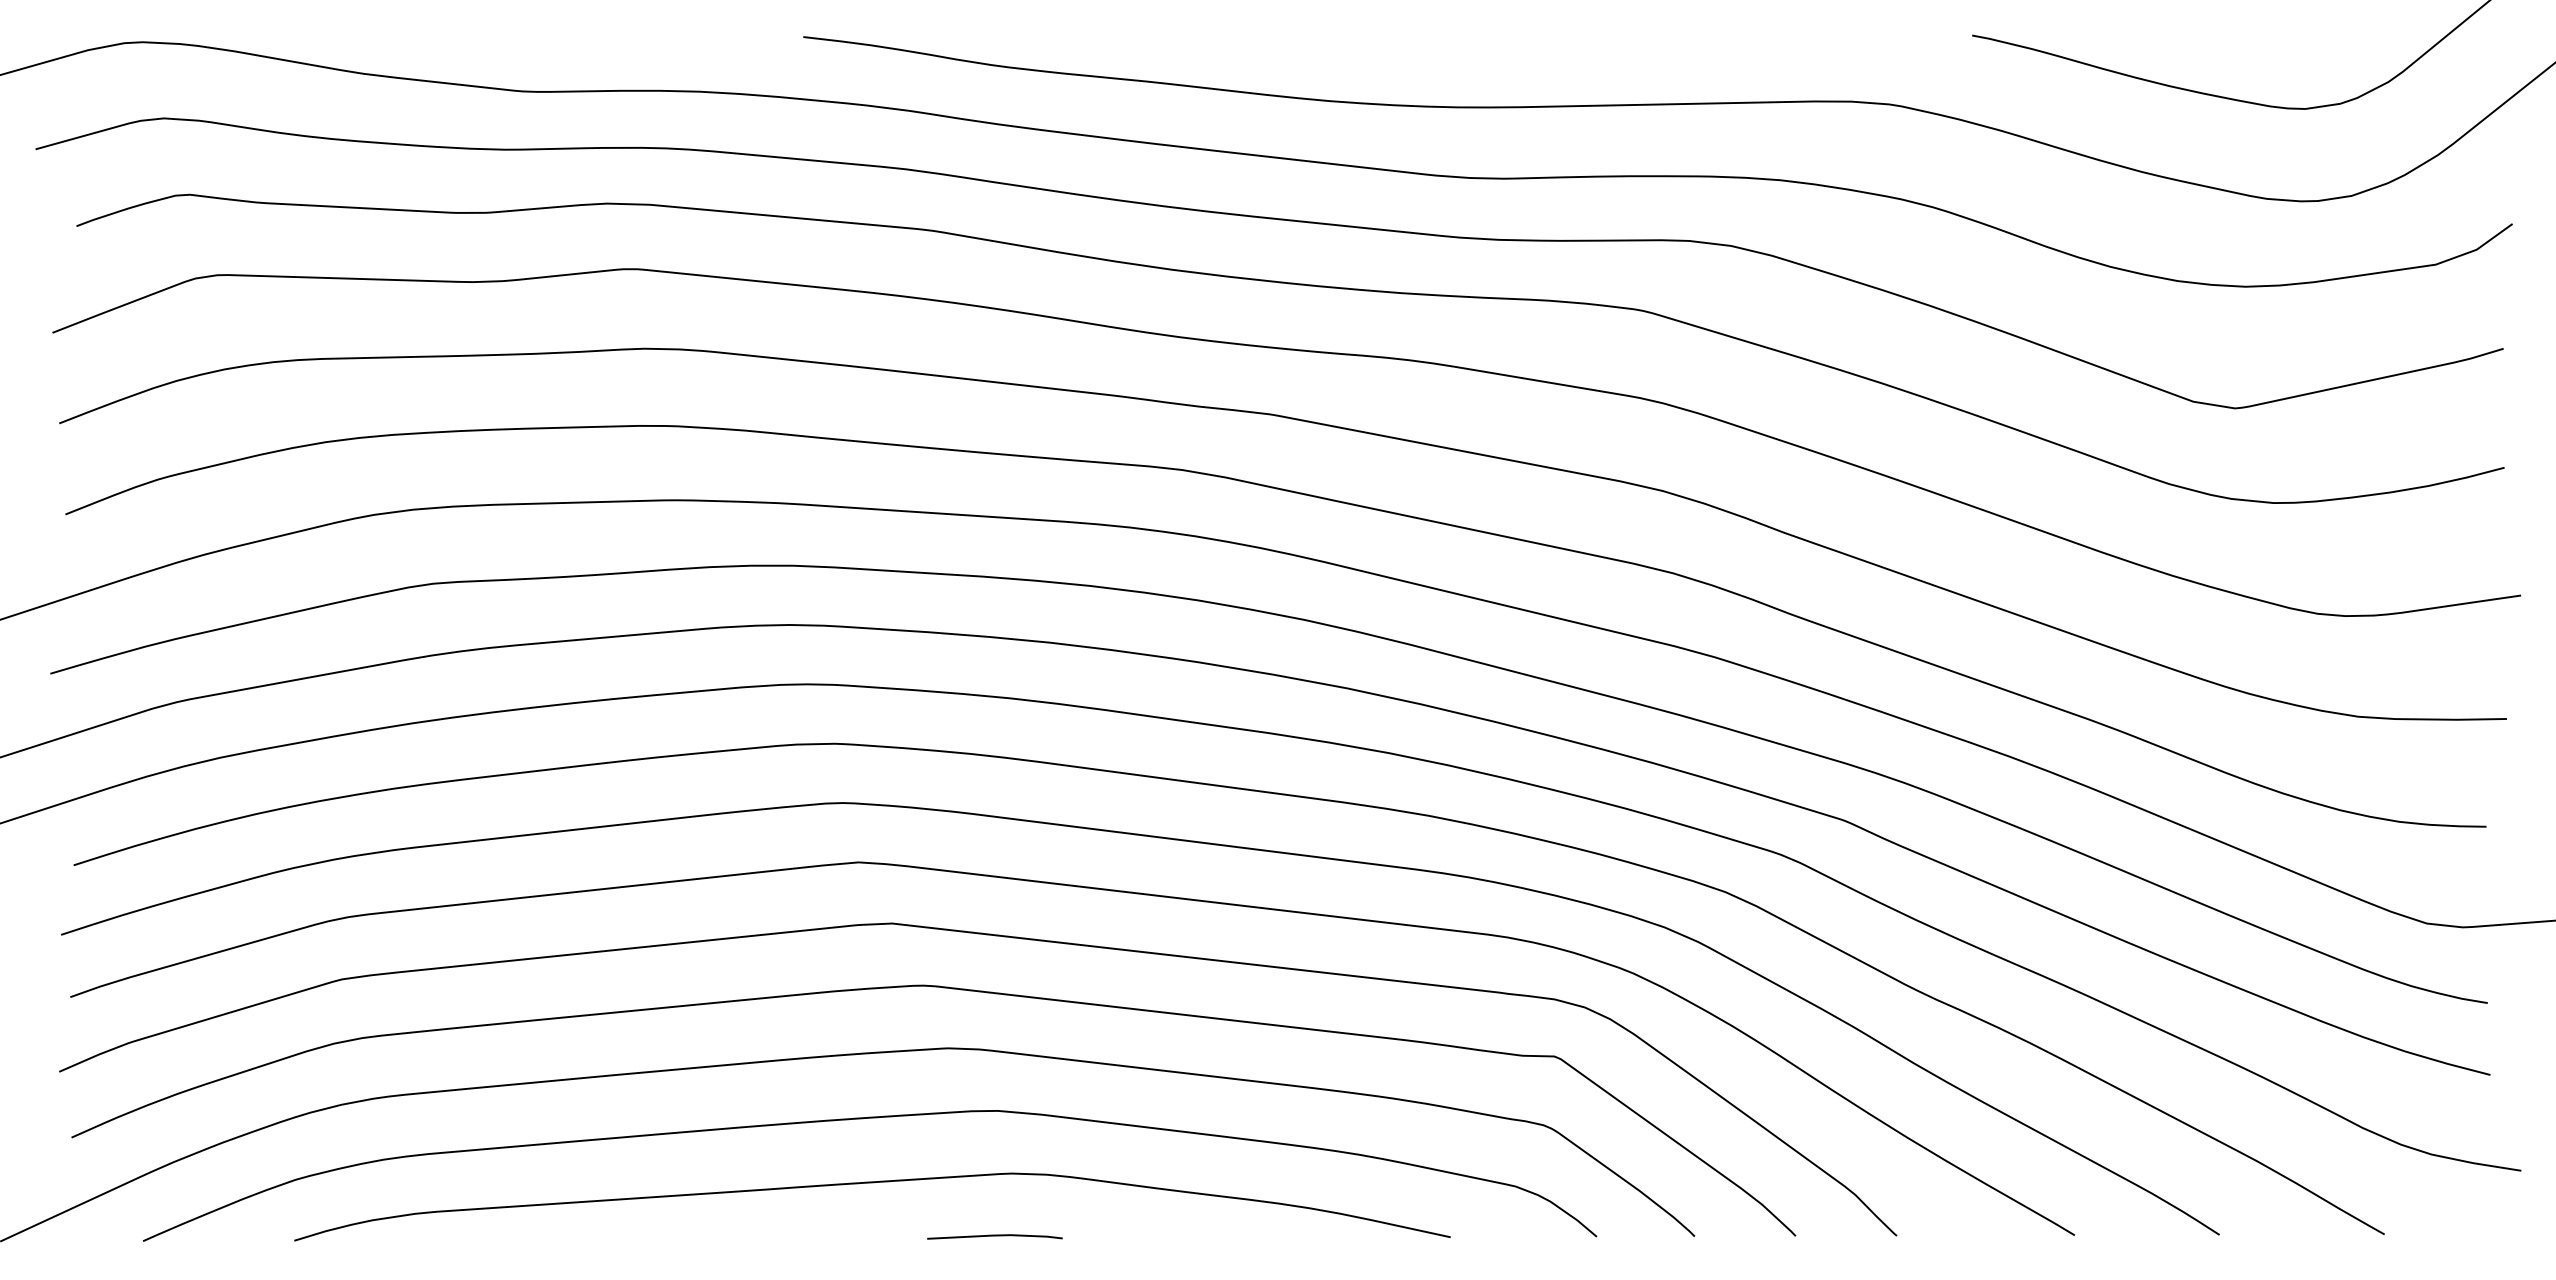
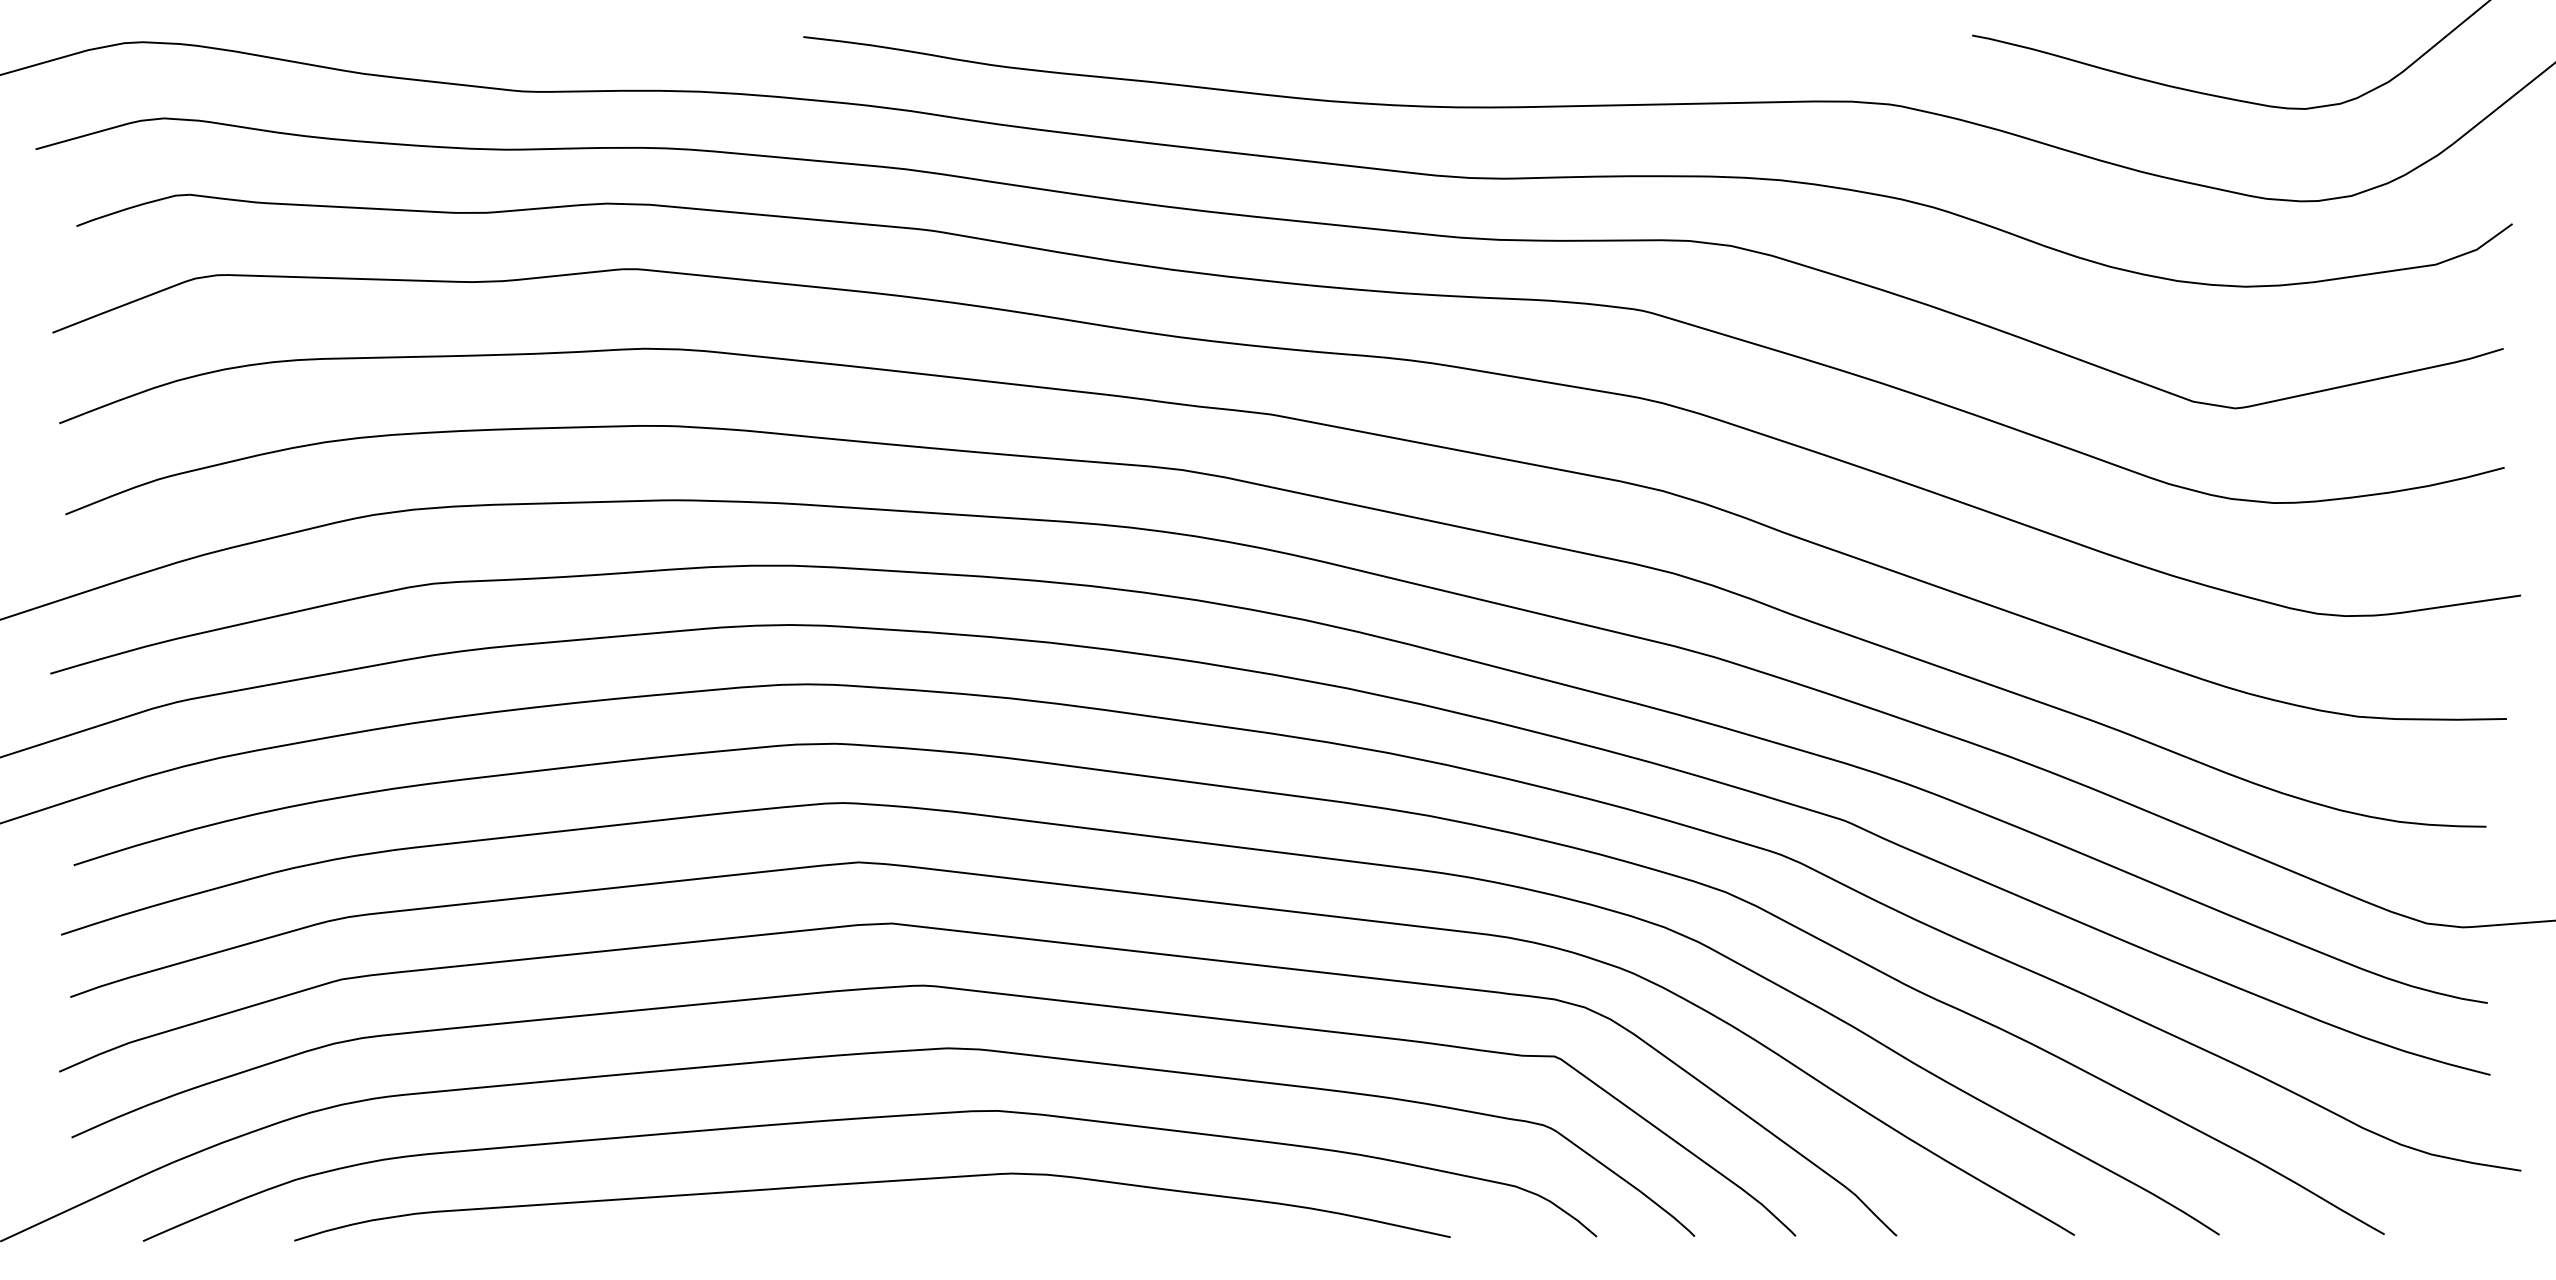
part at (994, 1236): present -> none
